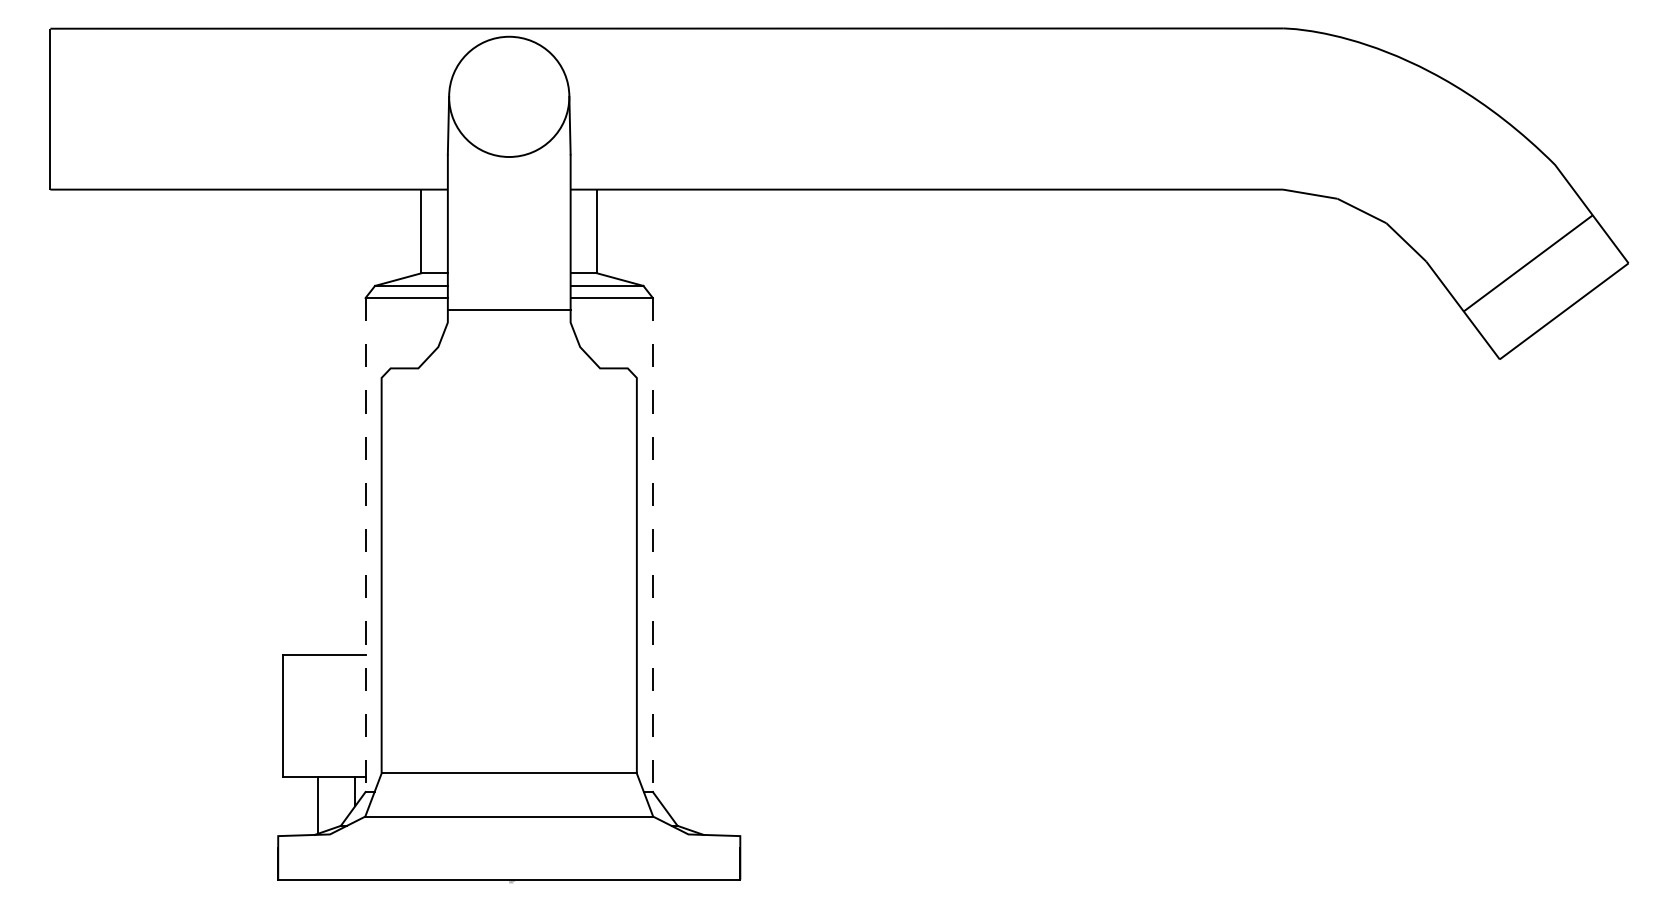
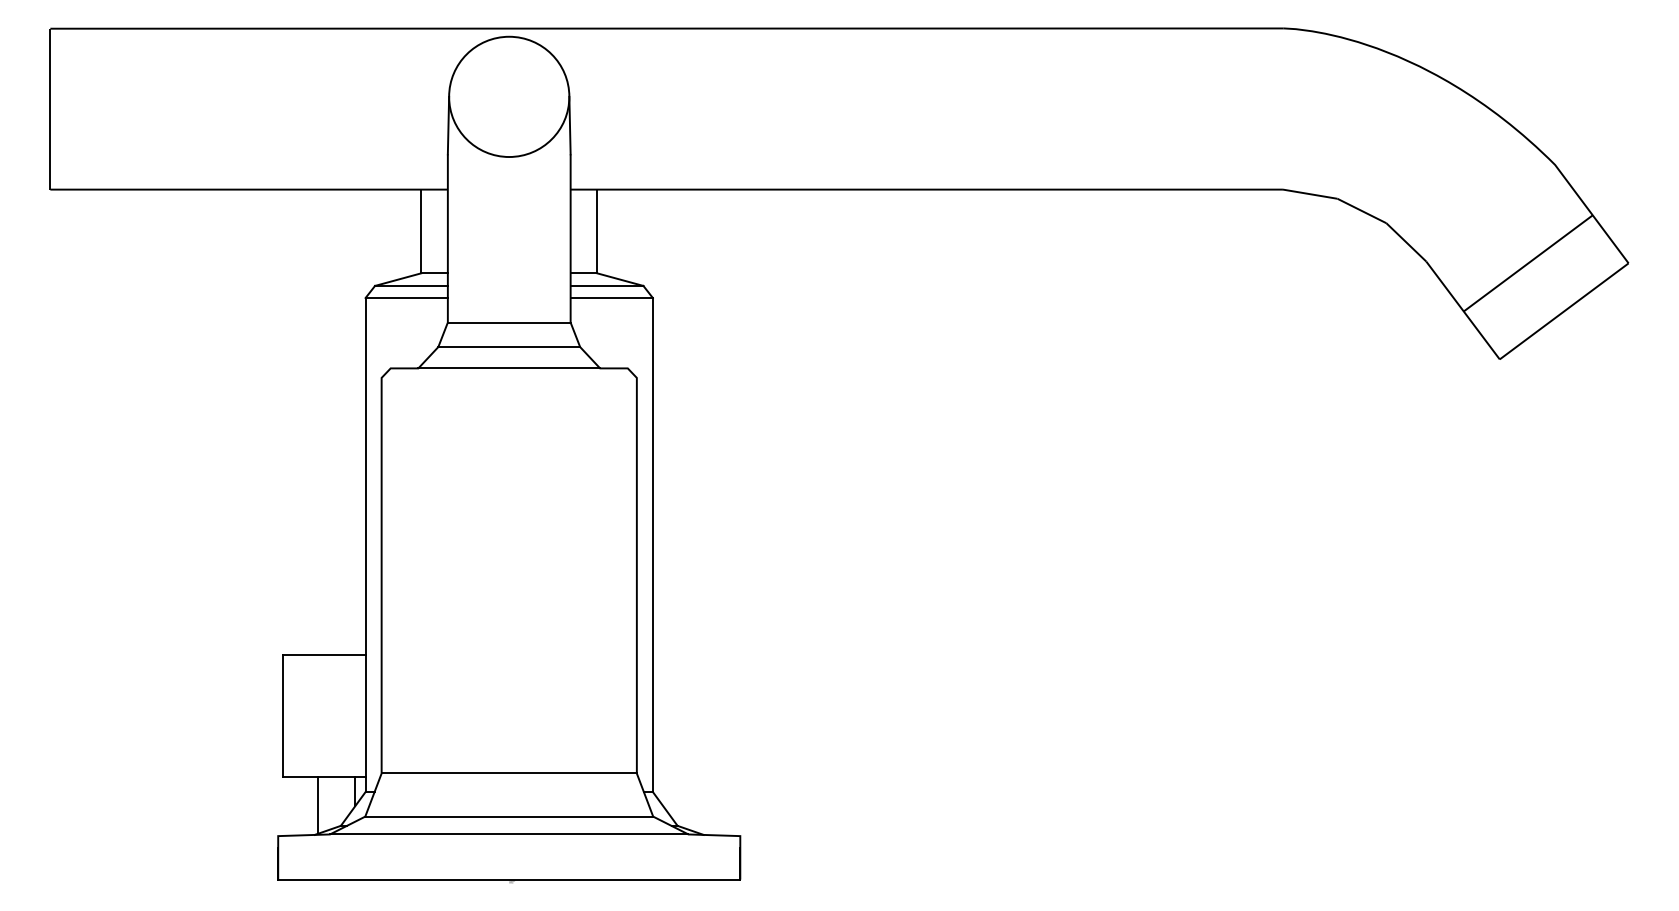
line at (508, 309) position: (508, 309) -> (508, 322)
line at (509, 347): none -> present
line at (509, 368): none -> present
line at (365, 545): dashed -> solid
line at (652, 545): dashed -> solid
line at (509, 834): none -> present
